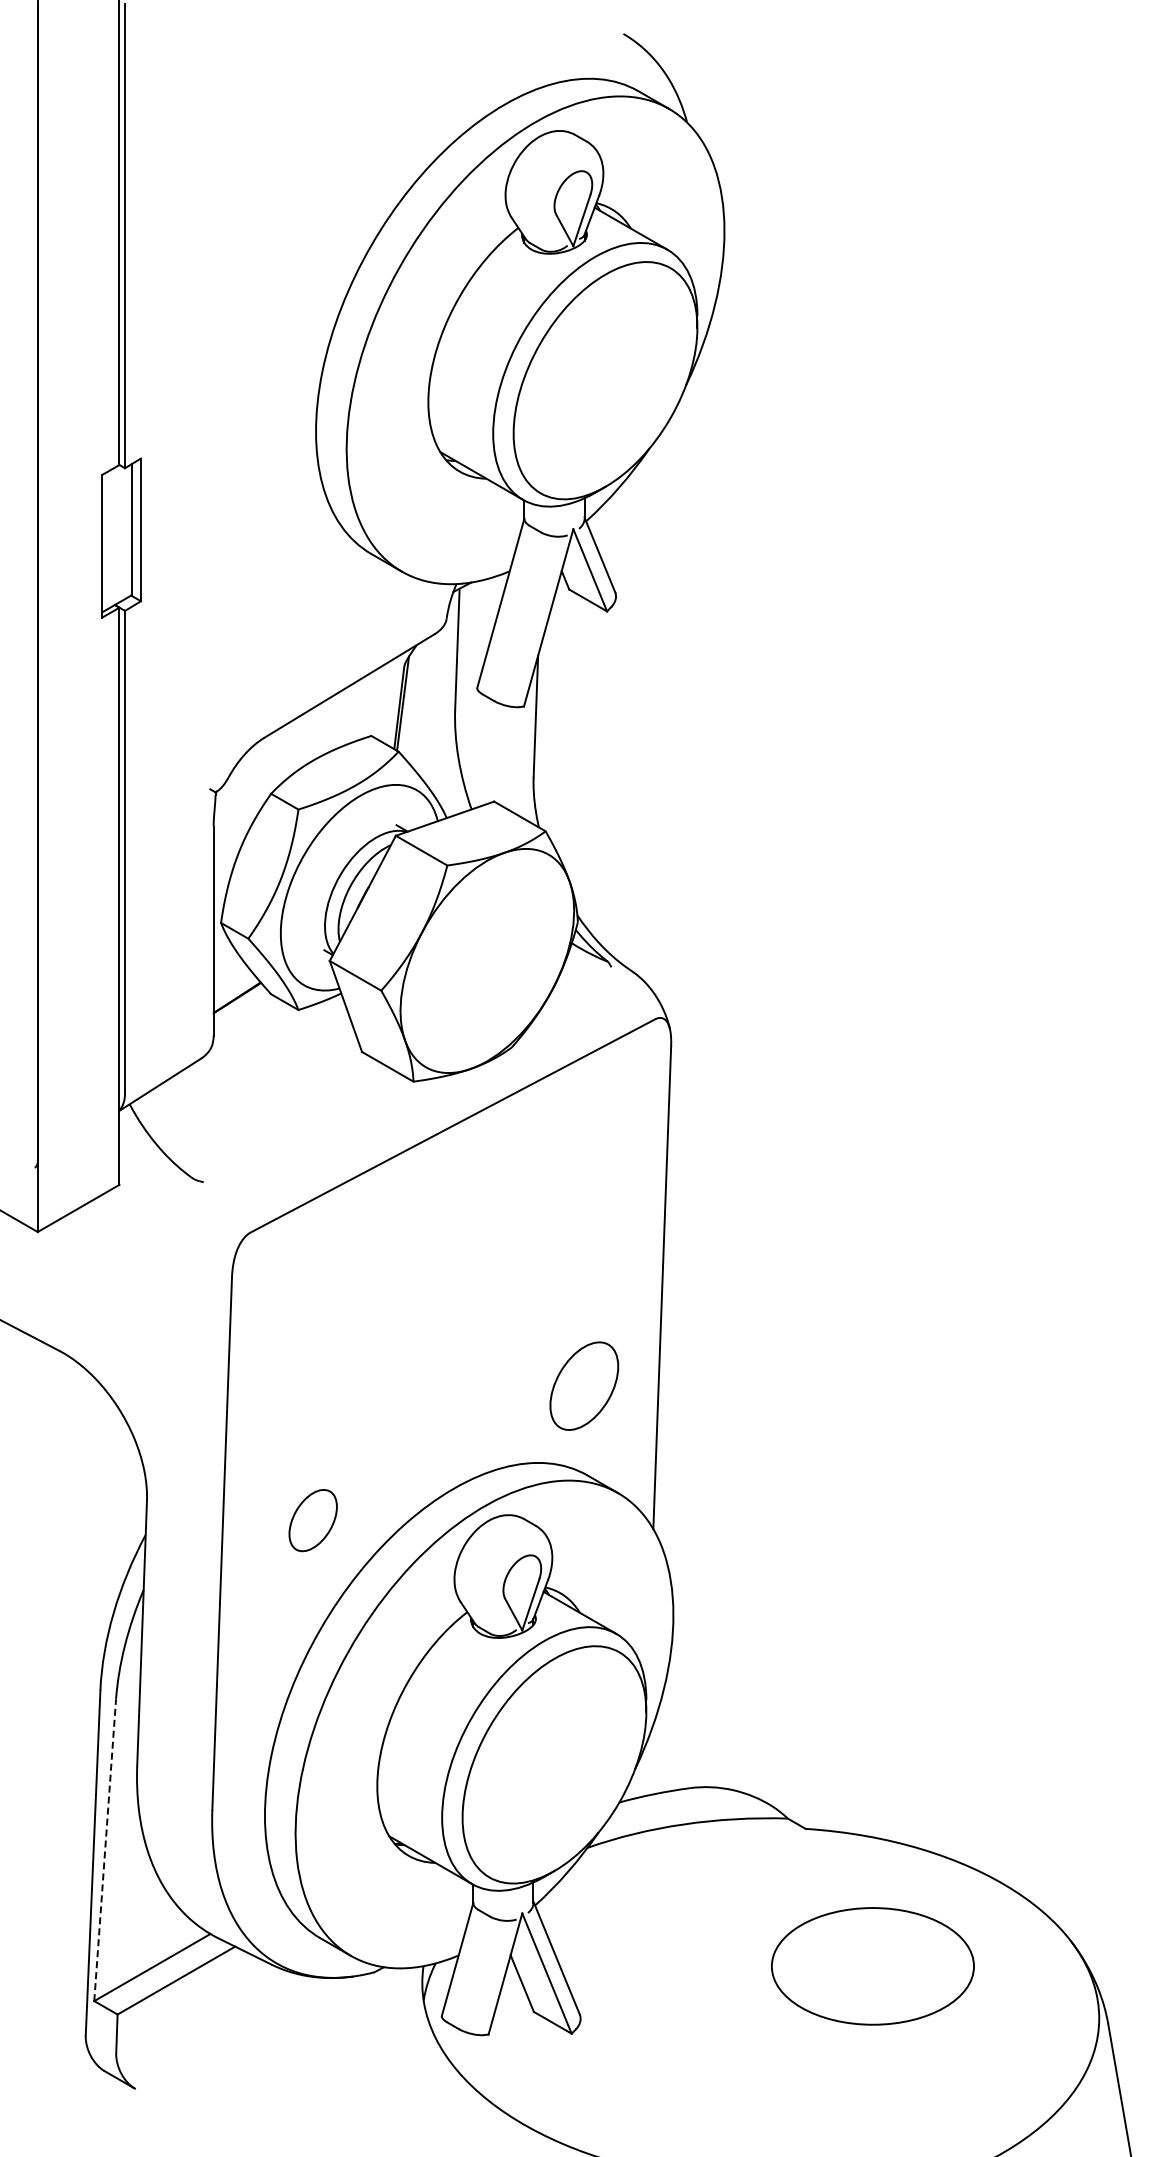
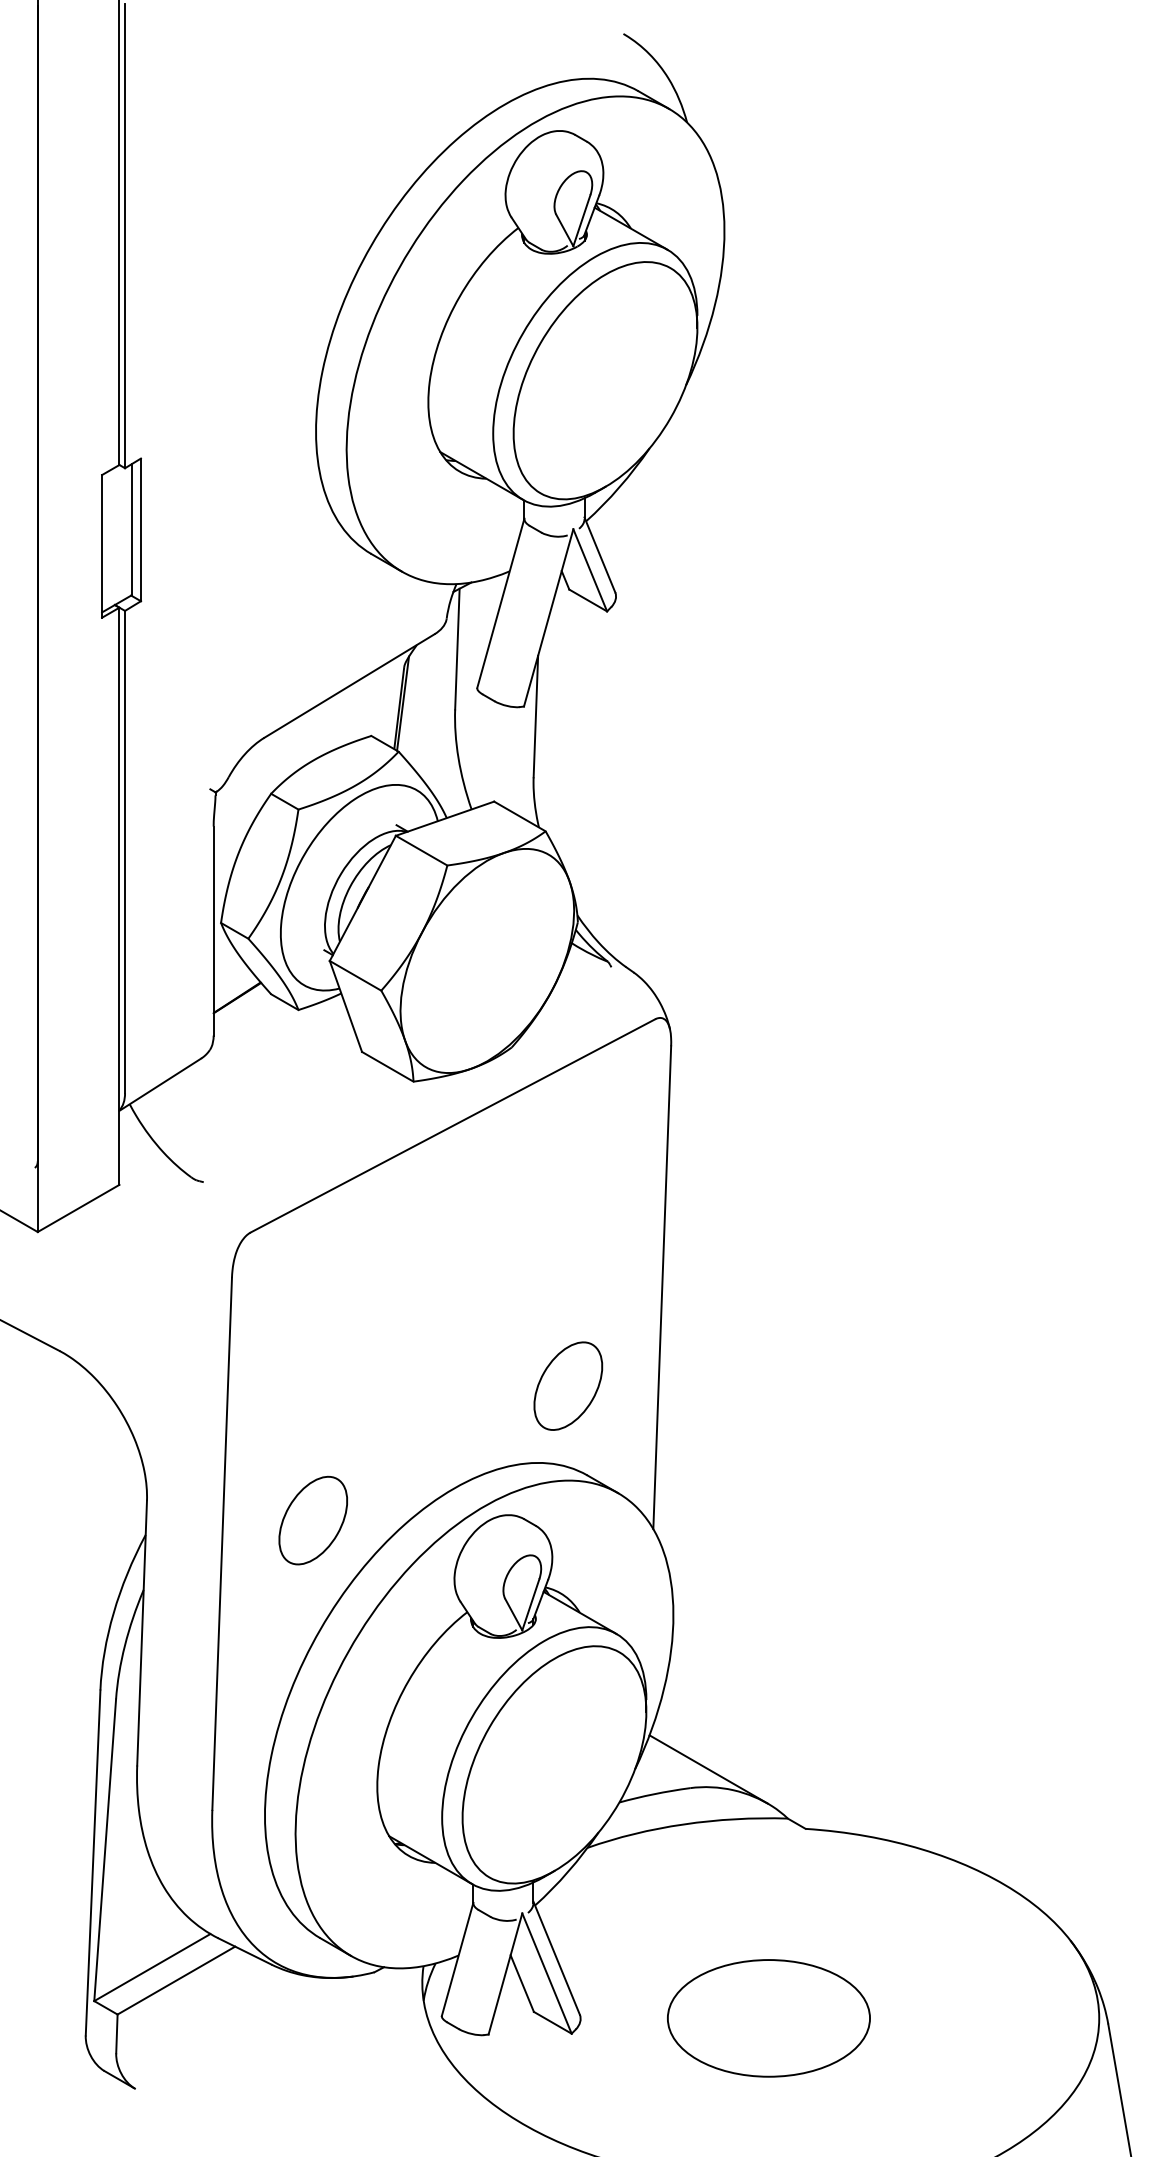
part at (584, 1385) position: (584, 1385) -> (568, 1385)
part at (312, 1520) size: 50x64 px -> 70x91 px
line at (708, 1769): none -> present
line at (105, 1849): dashed -> solid
part at (872, 1966) position: (872, 1966) -> (768, 2018)
